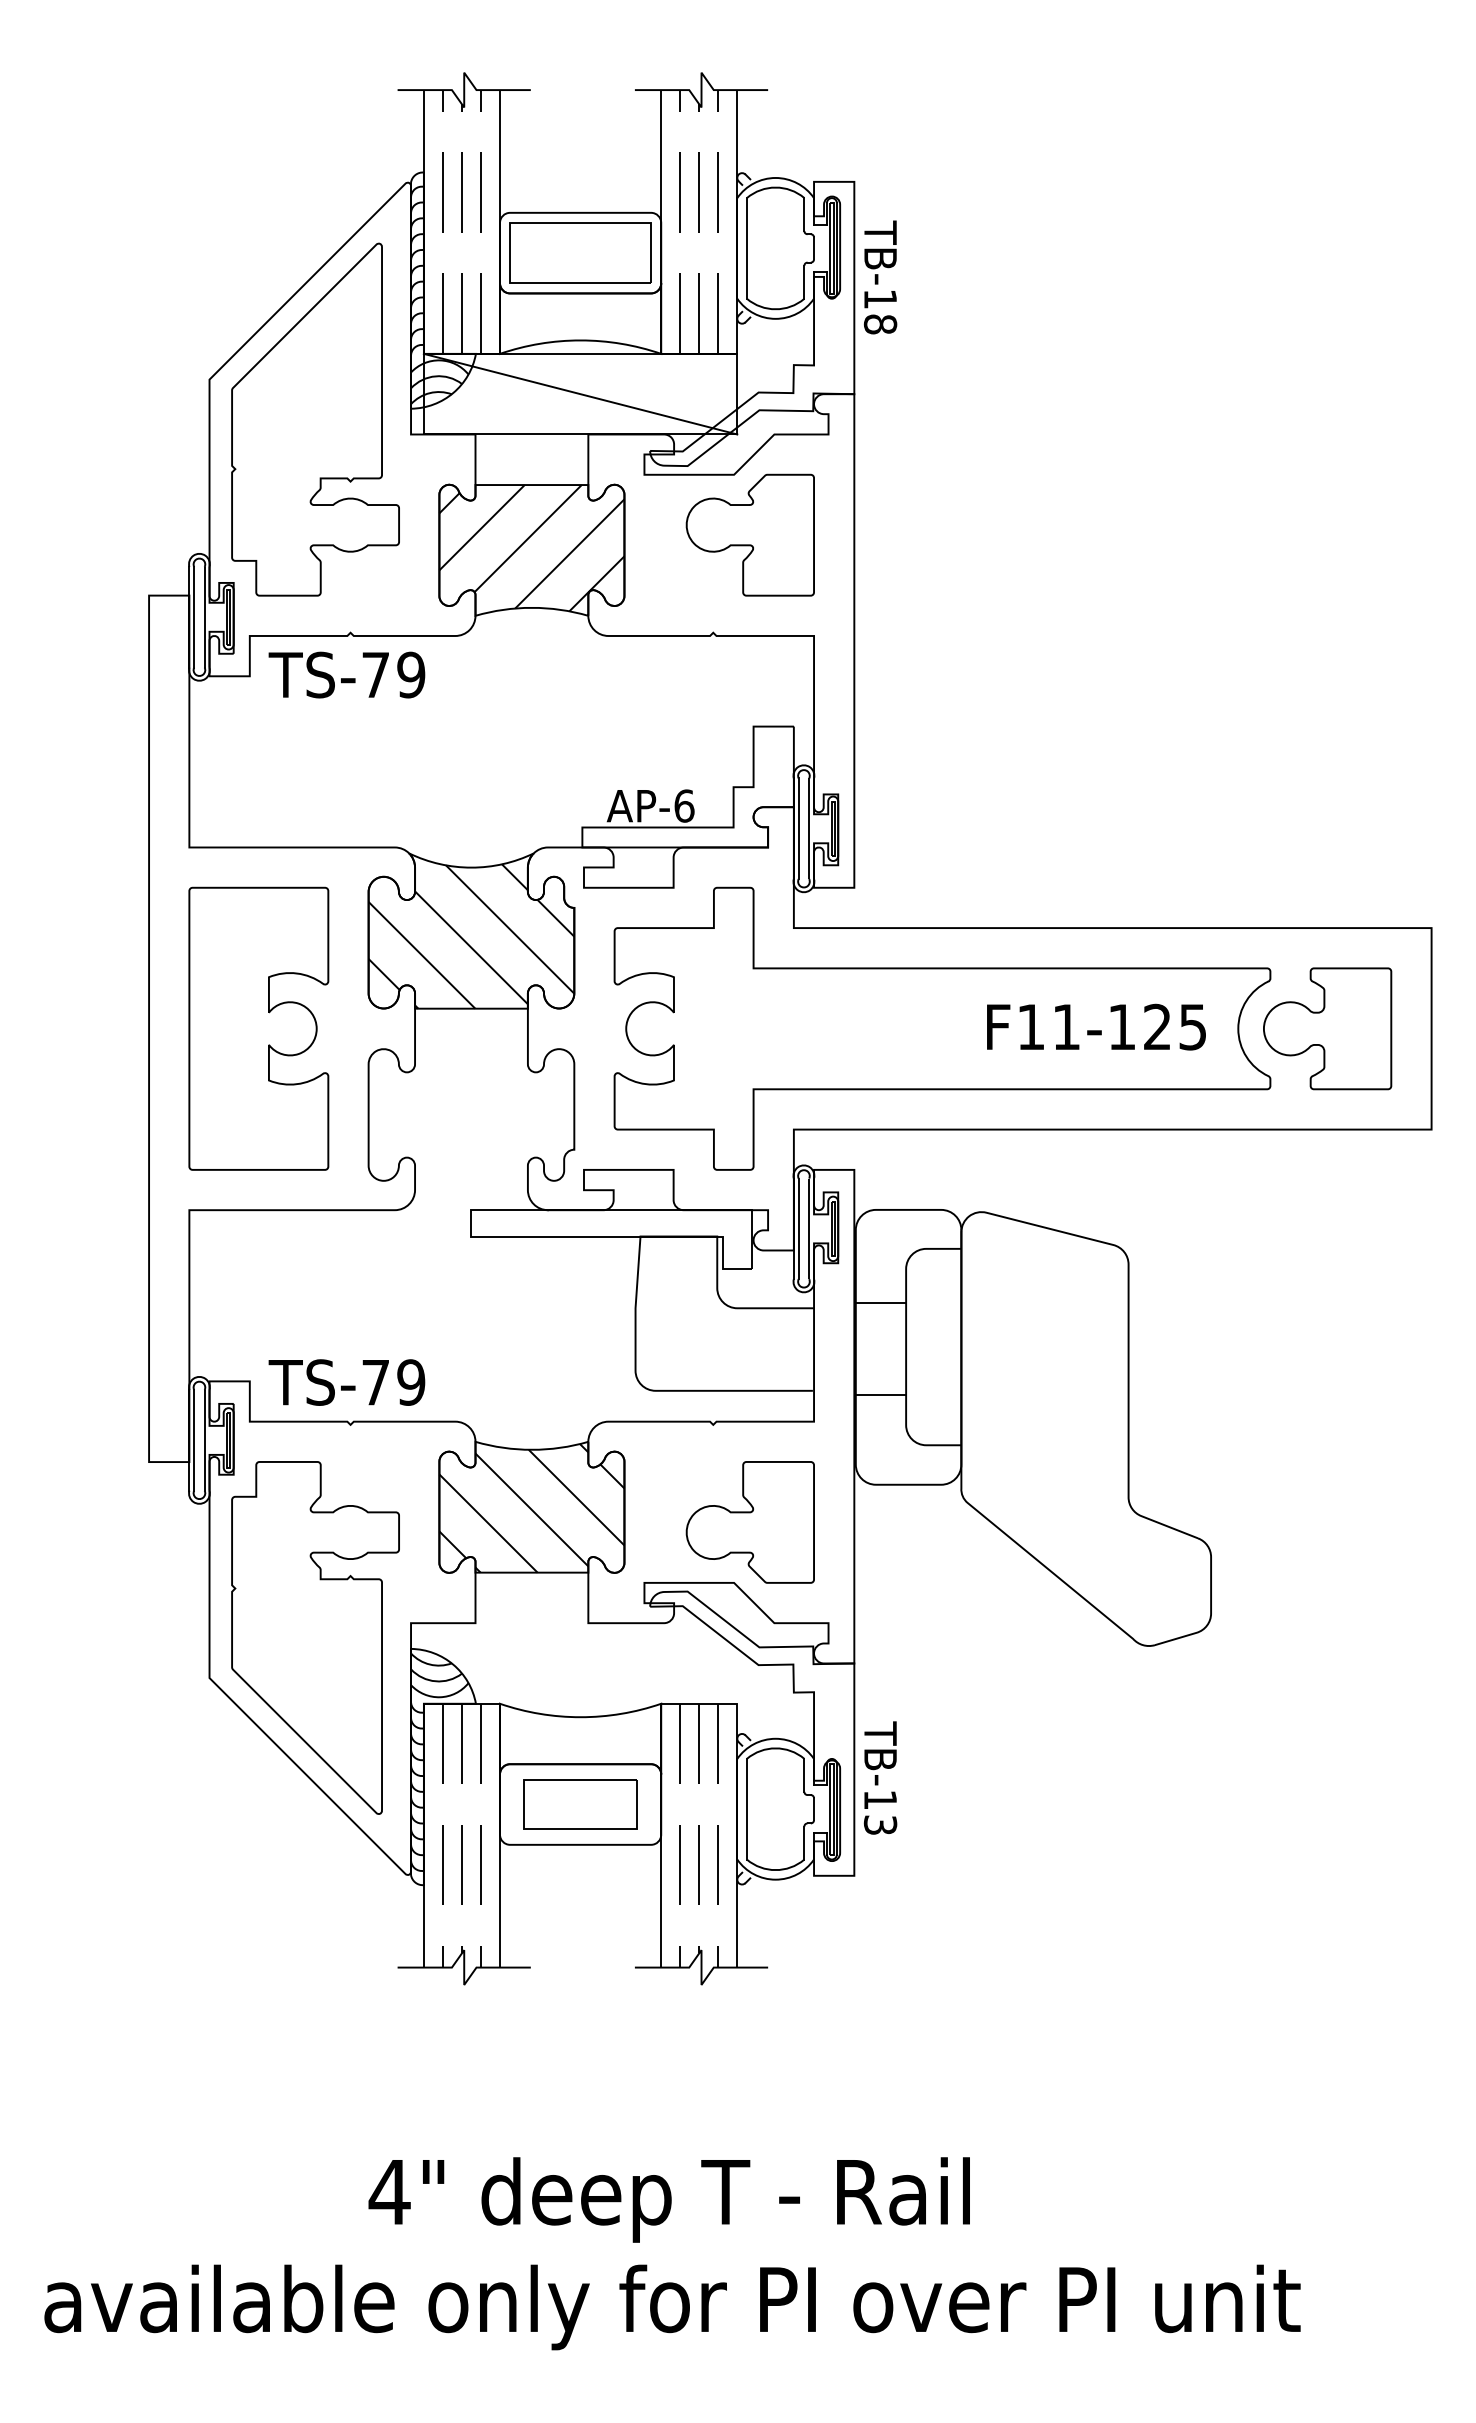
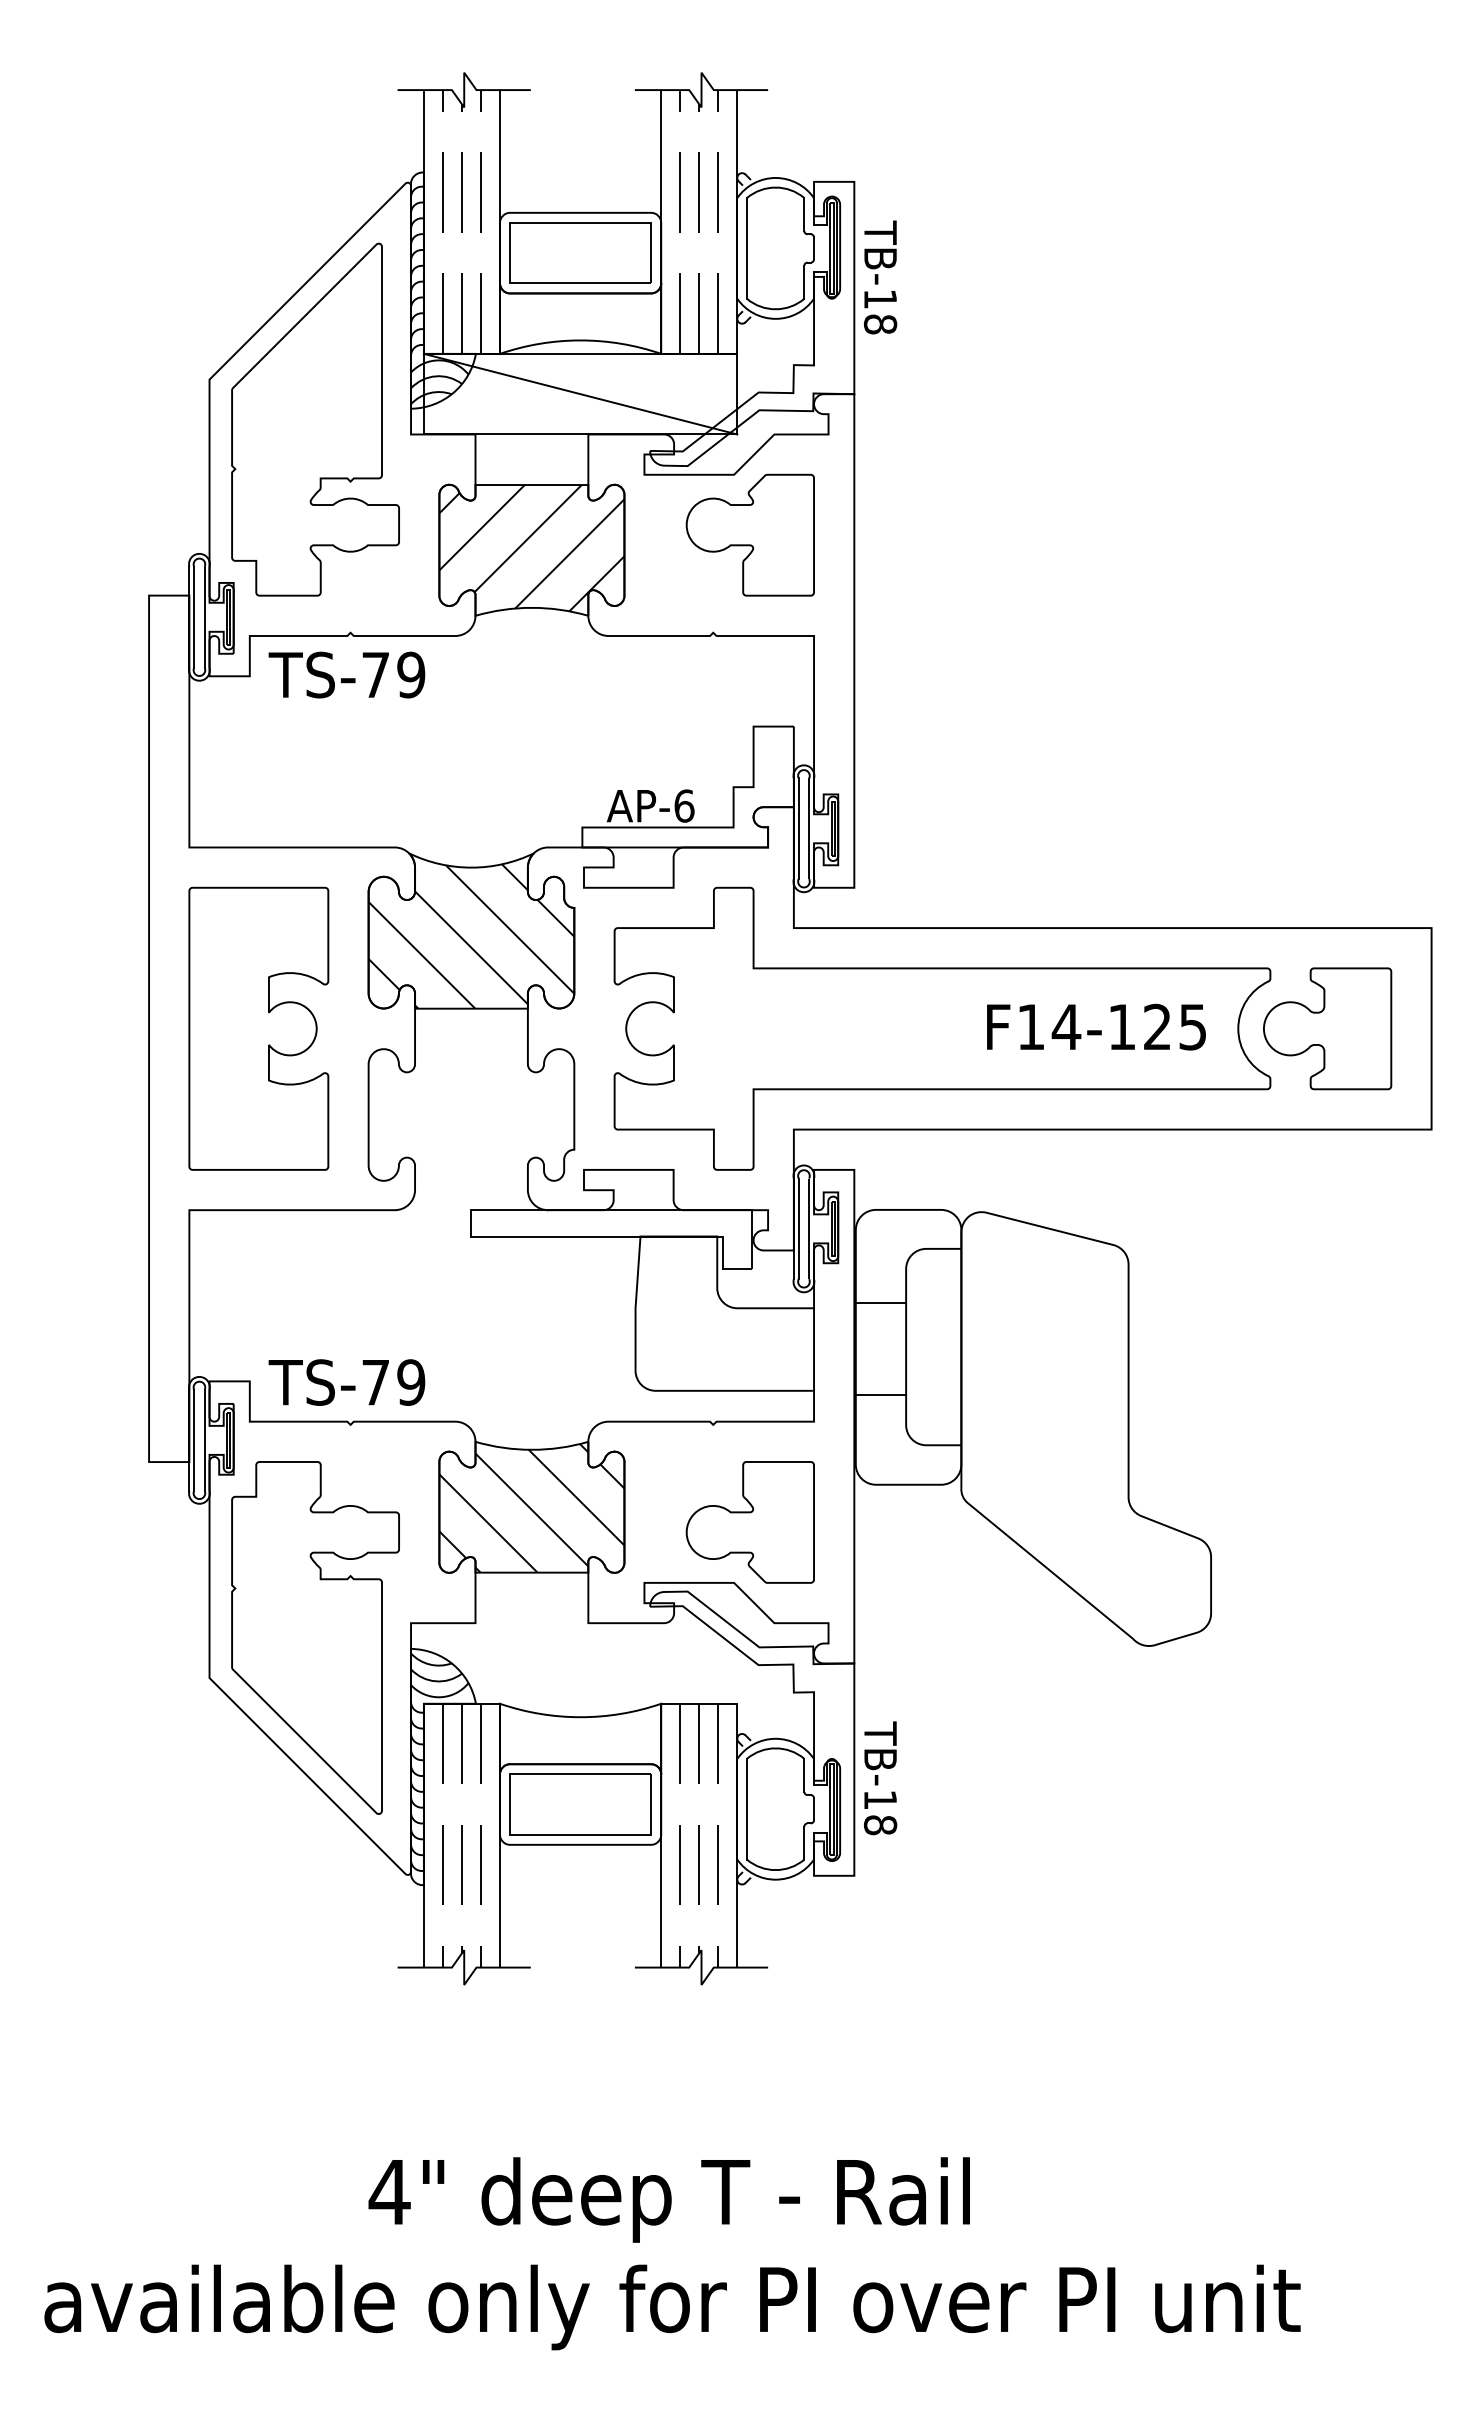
text at (1066, 1026): F11-125 -> F14-125
part at (580, 1804) size: 115x51 px -> 143x63 px
text at (880, 1825): TB-13 -> TB-18
